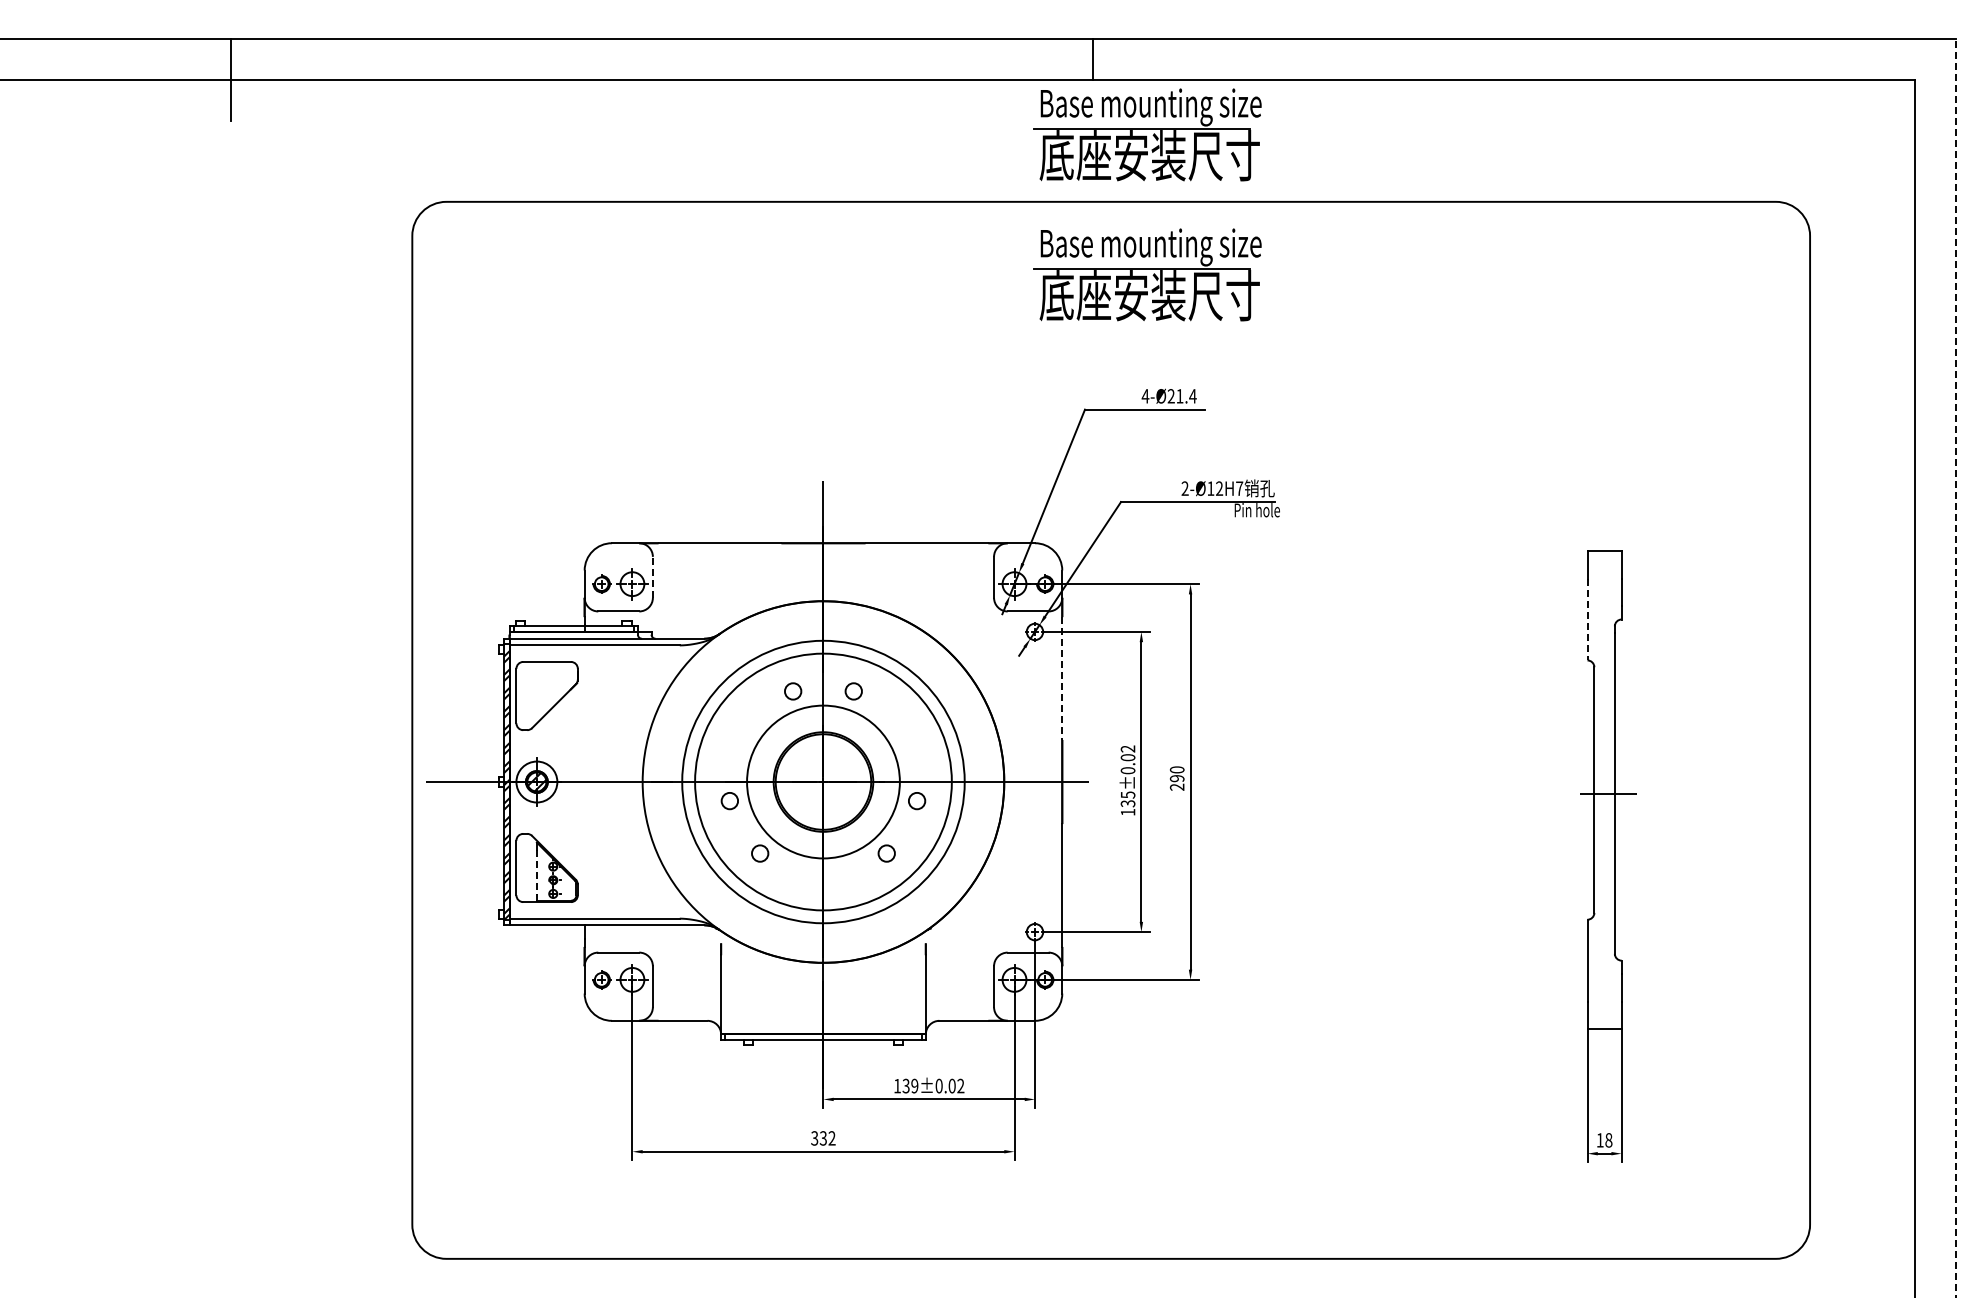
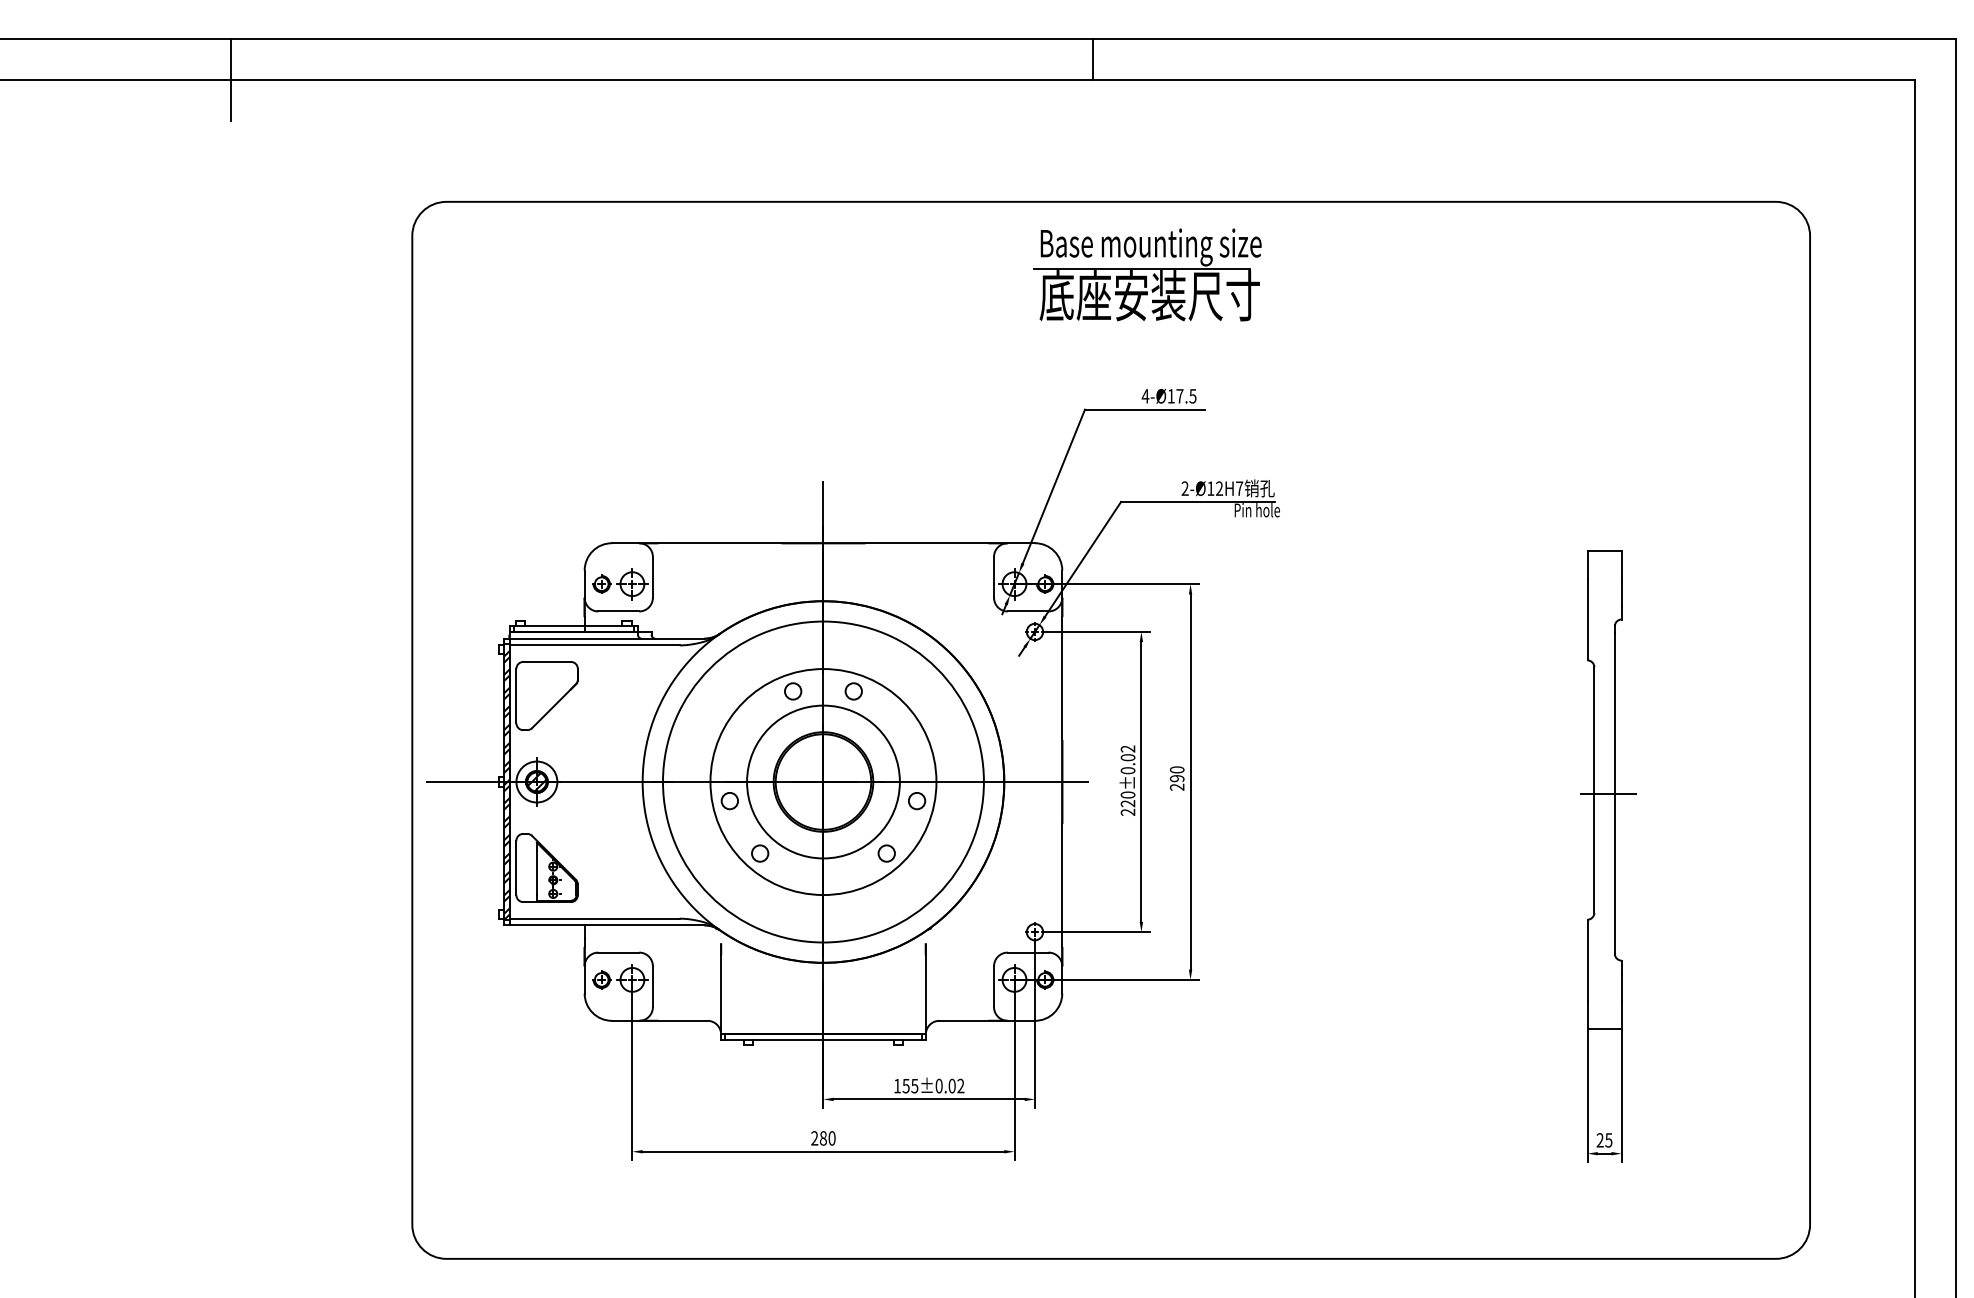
part at (1147, 134): present -> none
text at (1181, 396): 4-Ø21.4 -> 4-Ø17.5
line at (652, 576): dashed -> solid
line at (1587, 619): dashed -> solid
line at (1955, 668): dashed -> solid
line at (1062, 679): dashed -> solid
circle at (823, 781) diameter: 257 px -> 321 px
circle at (823, 781) diameter: 282 px -> 226 px
text at (1127, 803): 135 -> 220
line at (536, 873): dashed -> solid
text at (910, 1085): 139 -> 155
text at (823, 1138): 332 -> 280
text at (1604, 1140): 18 -> 25
